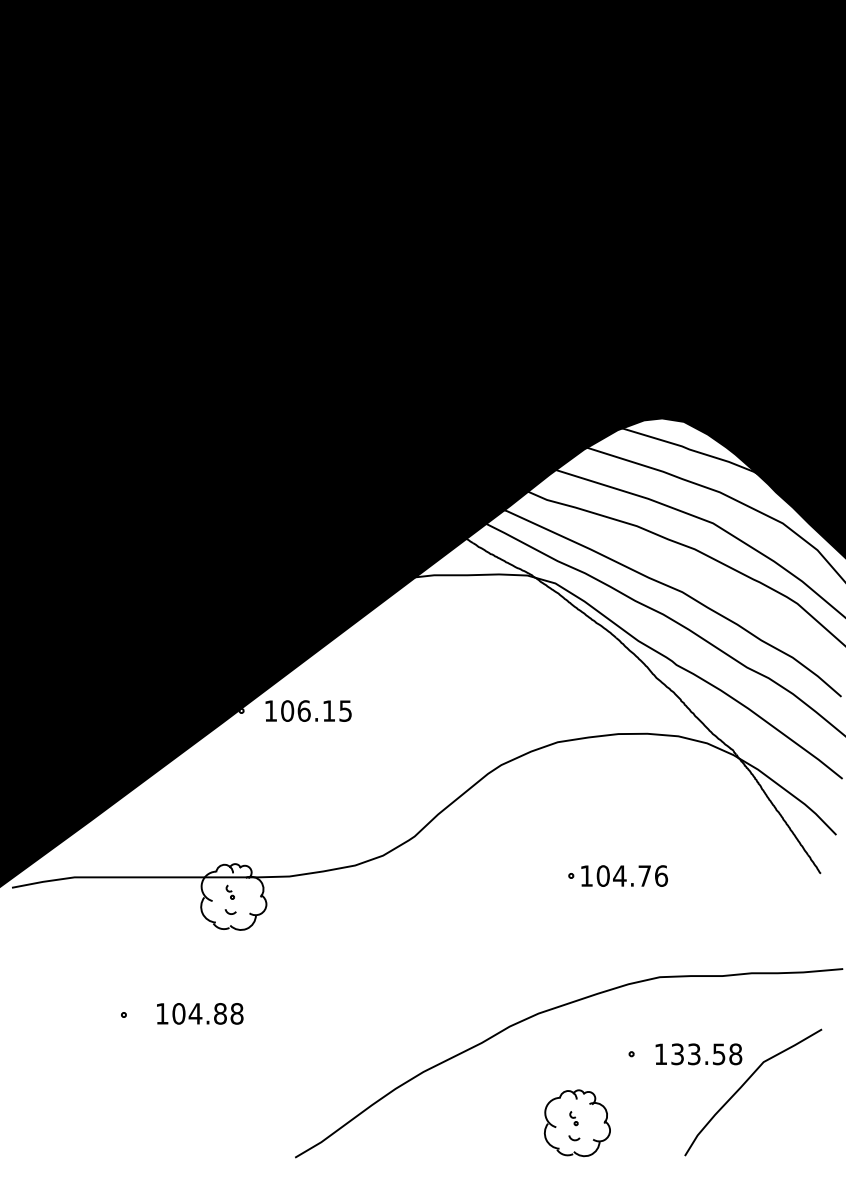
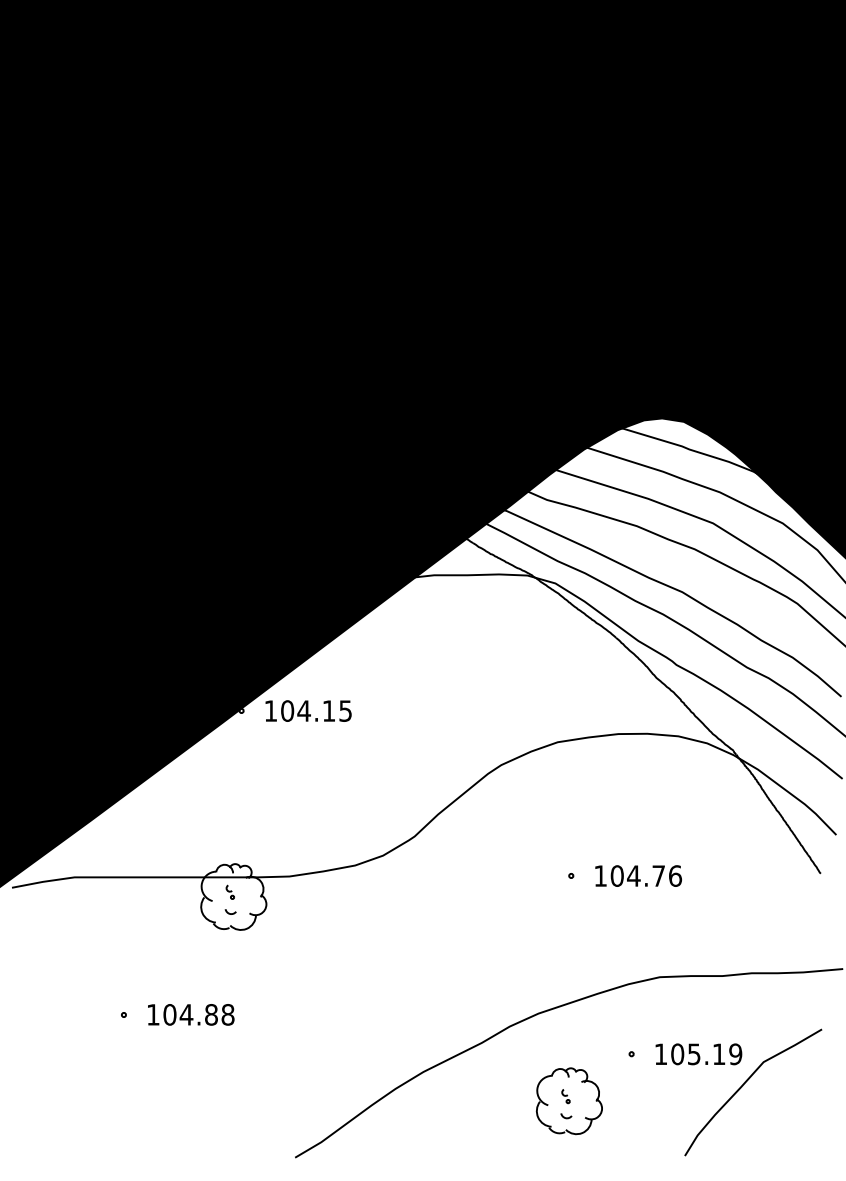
text at (303, 710): 106.15 -> 104.15
text at (624, 875) position: (624, 875) -> (638, 875)
text at (200, 1013) position: (200, 1013) -> (191, 1014)
text at (706, 1054): 133.58 -> 105.19
part at (576, 1123) position: (576, 1123) -> (568, 1101)
